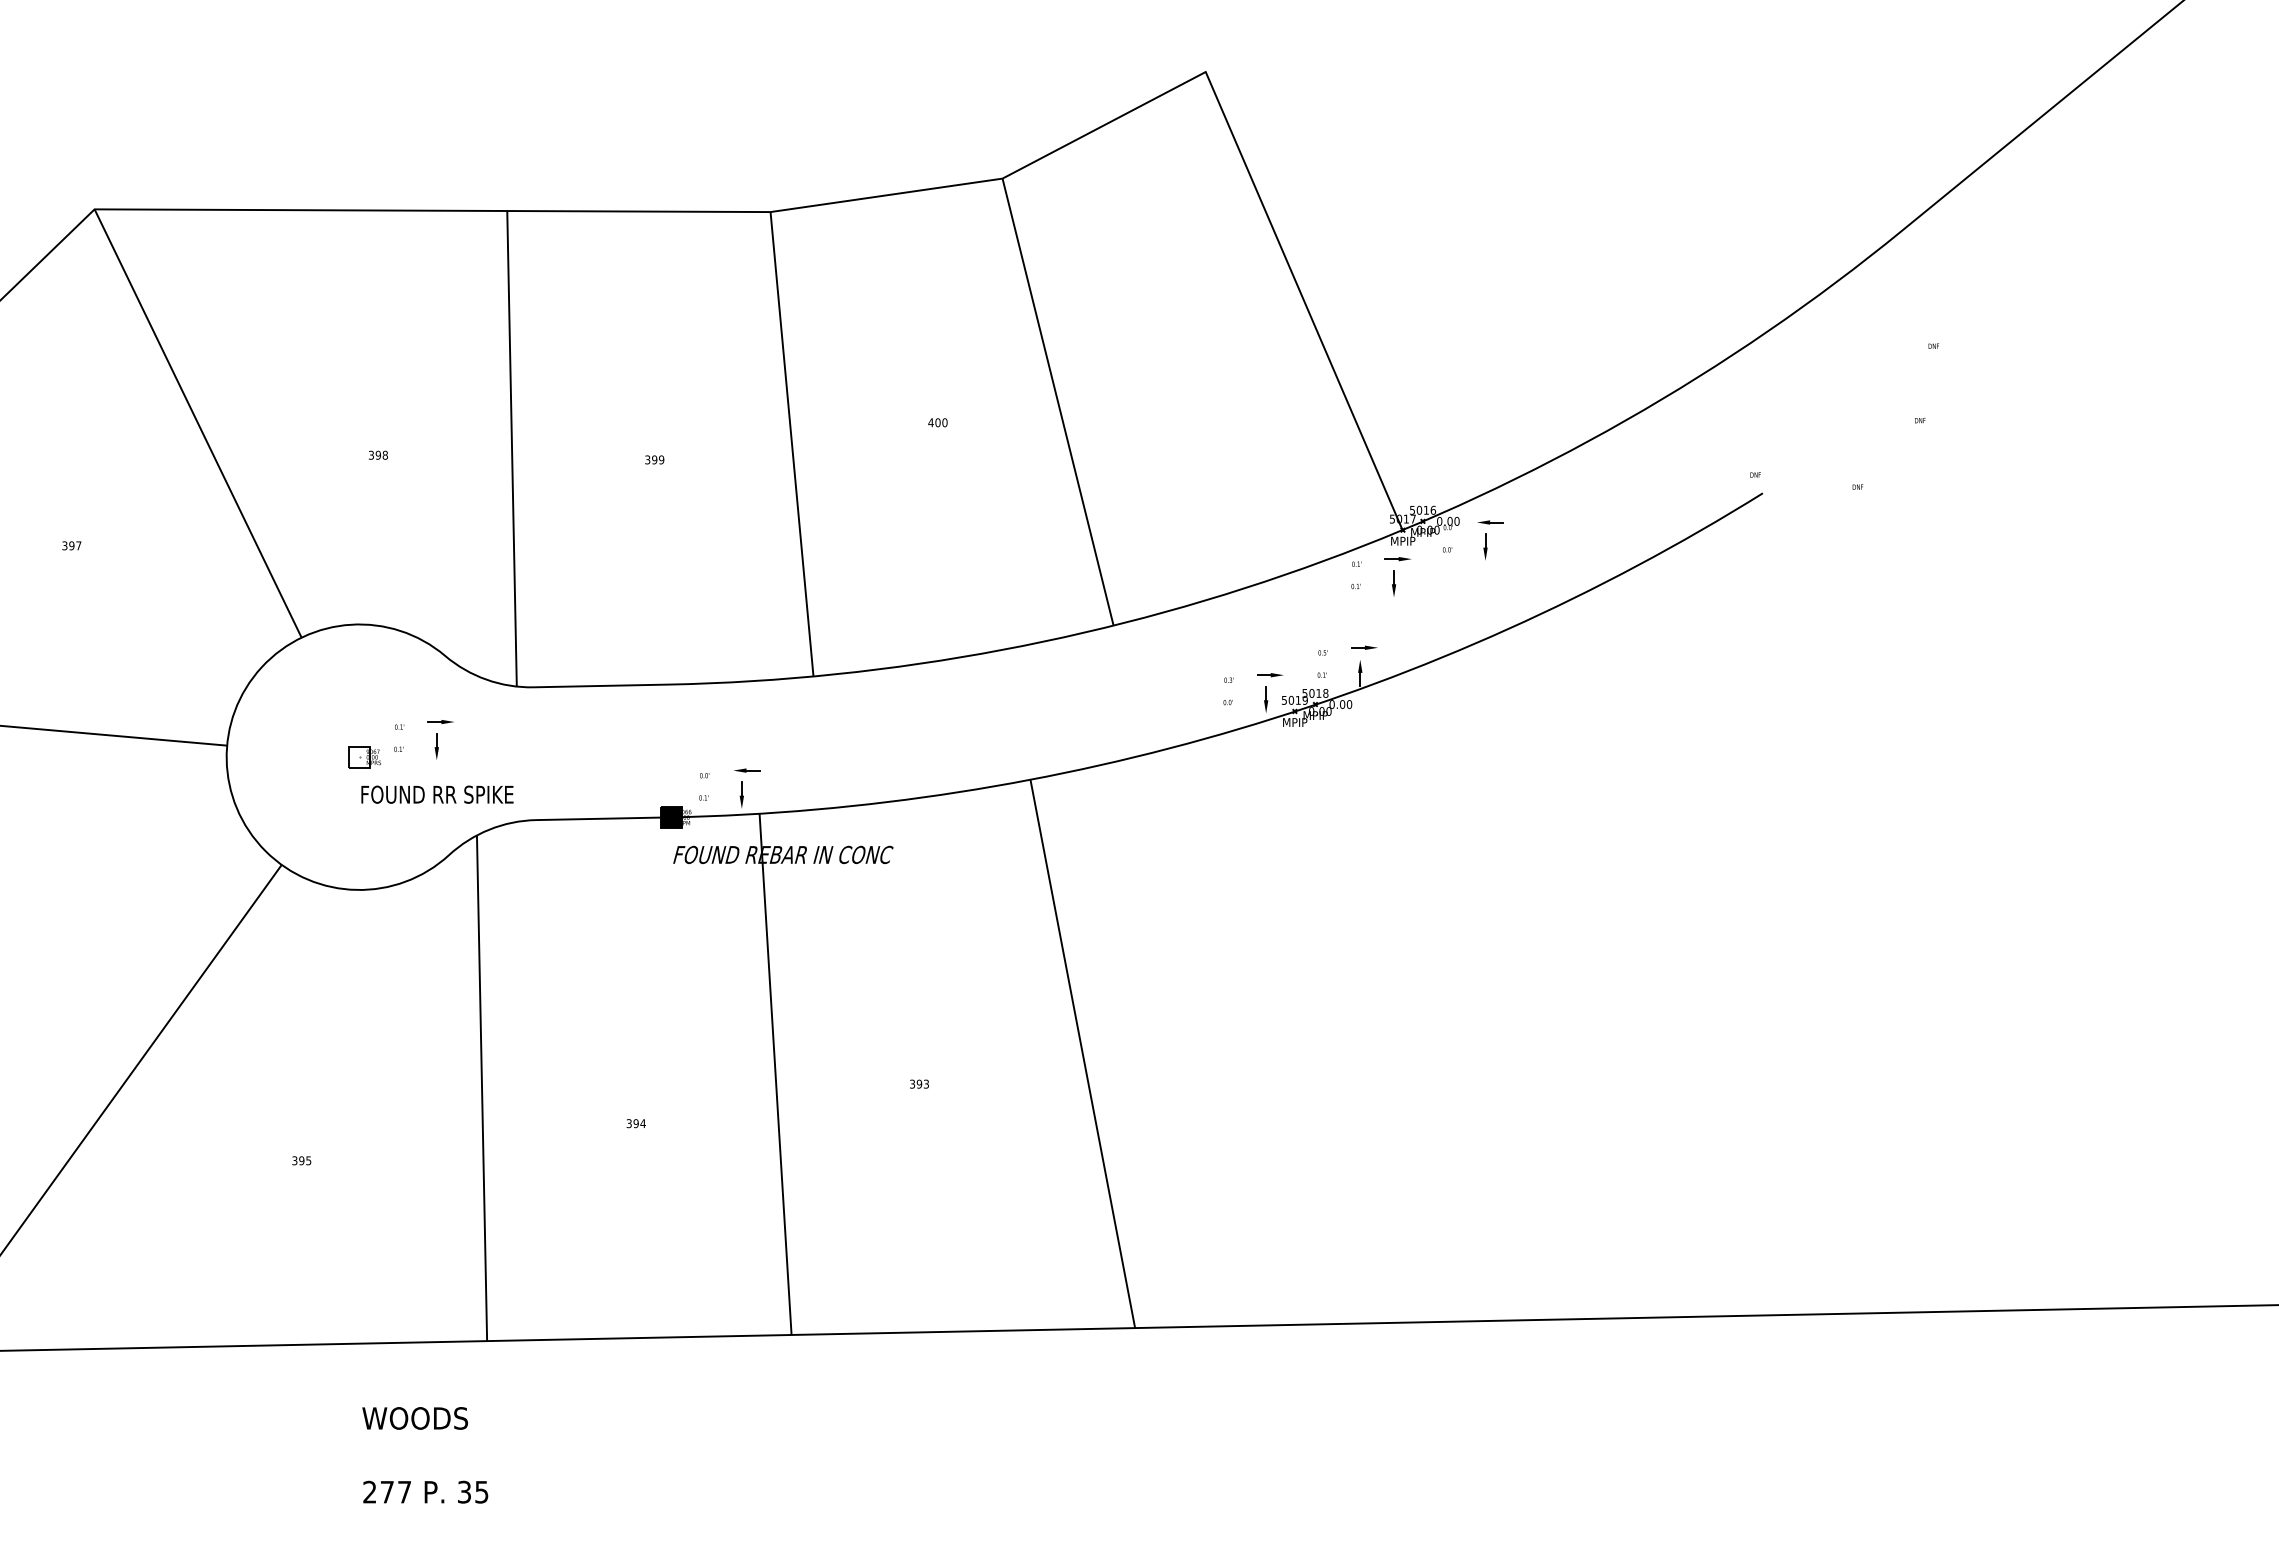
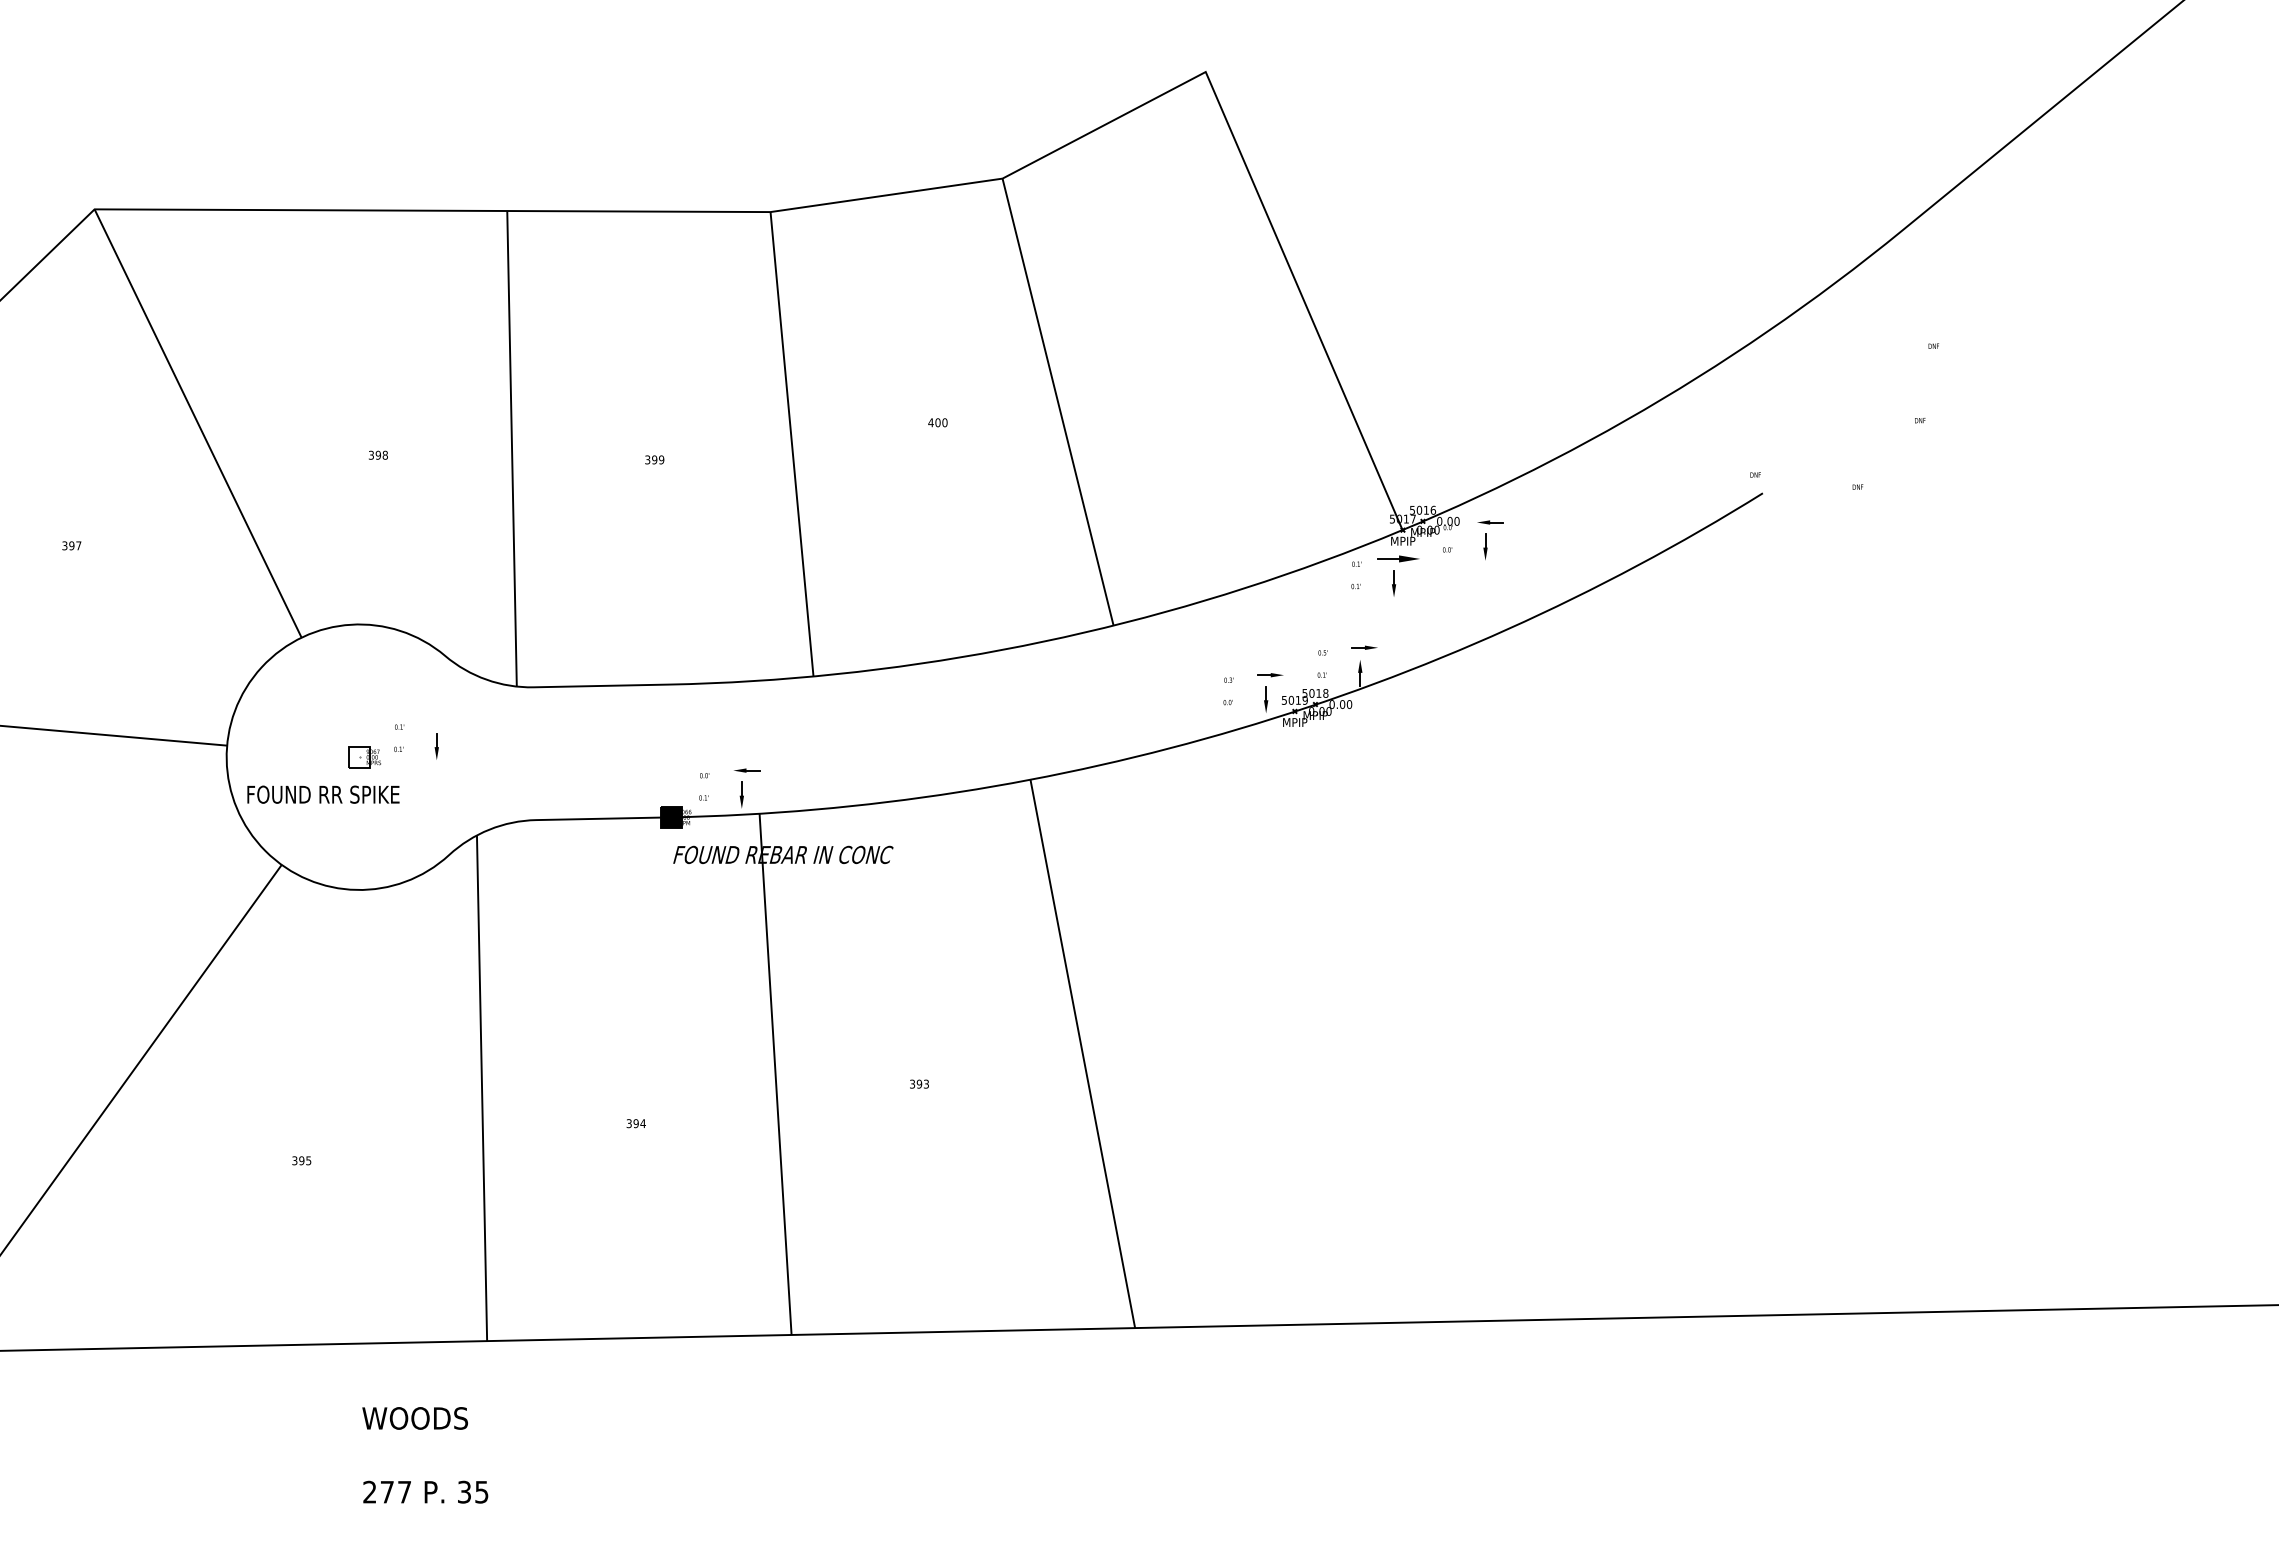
part at (1397, 559) size: 28x5 px -> 43x8 px
line at (440, 721): present -> none
text at (437, 794) position: (437, 794) -> (323, 794)
